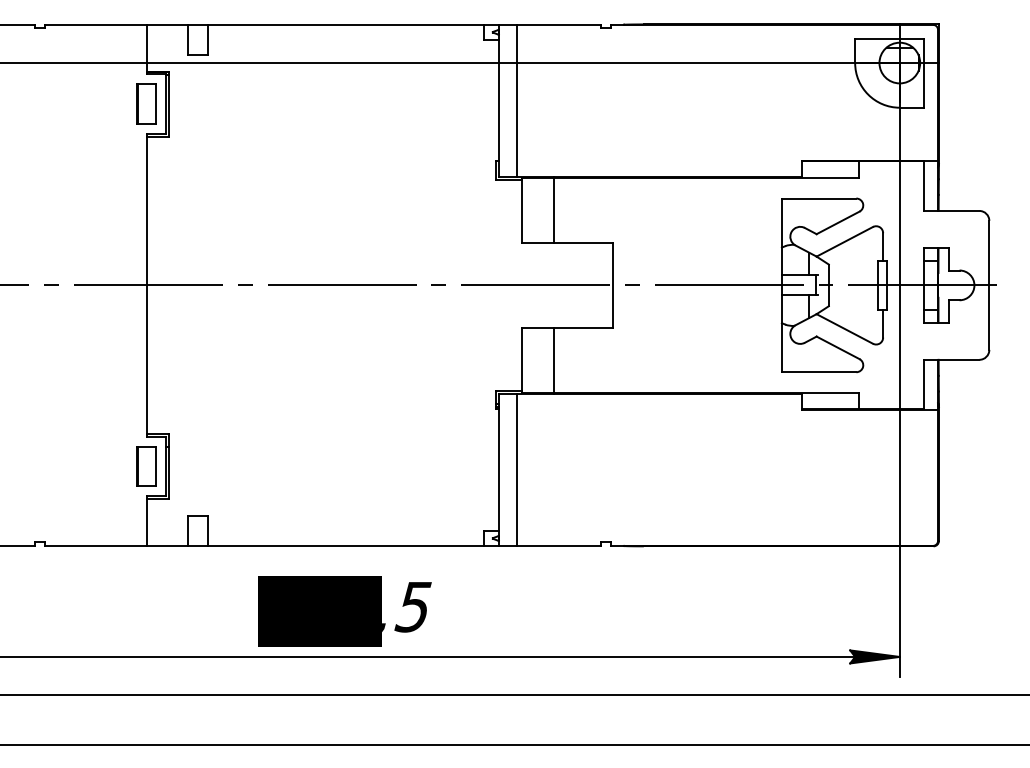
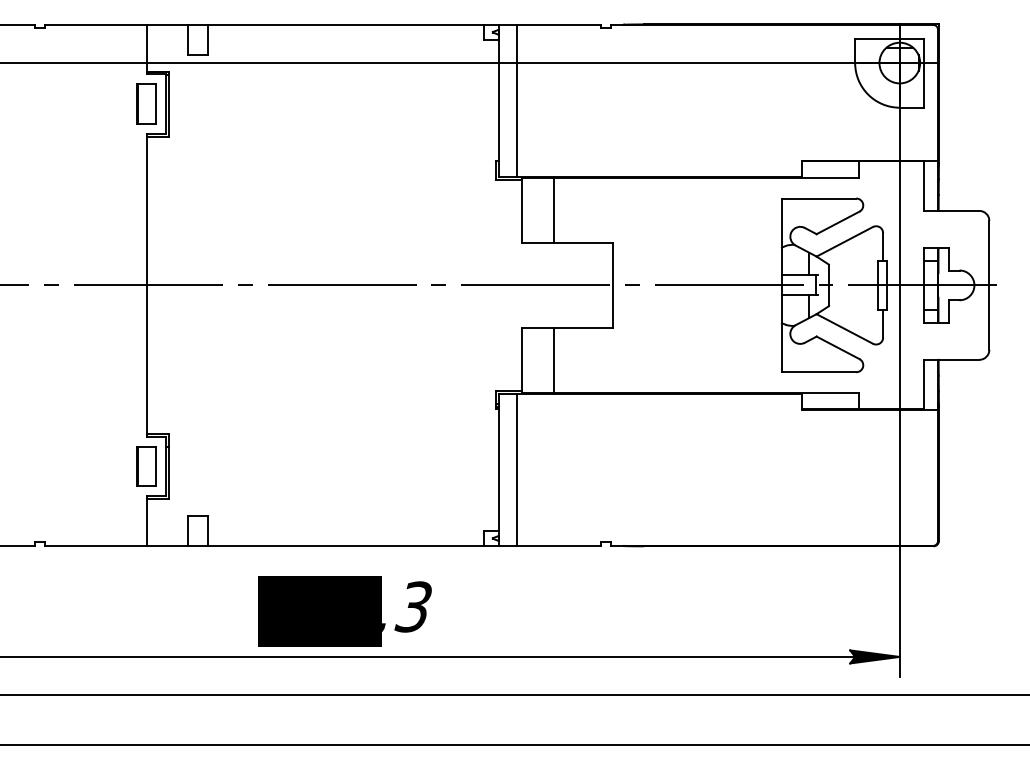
text at (412, 606): 165,5 -> 116,3
